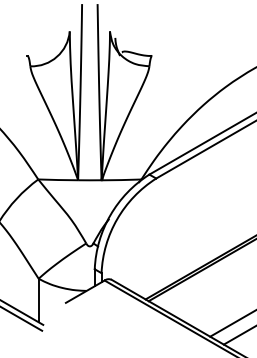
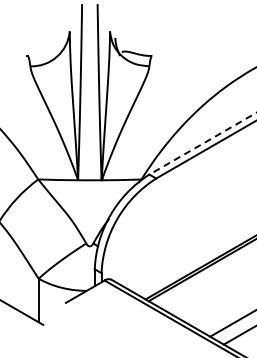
line at (202, 143): solid -> dashed
line at (22, 318): present -> none
